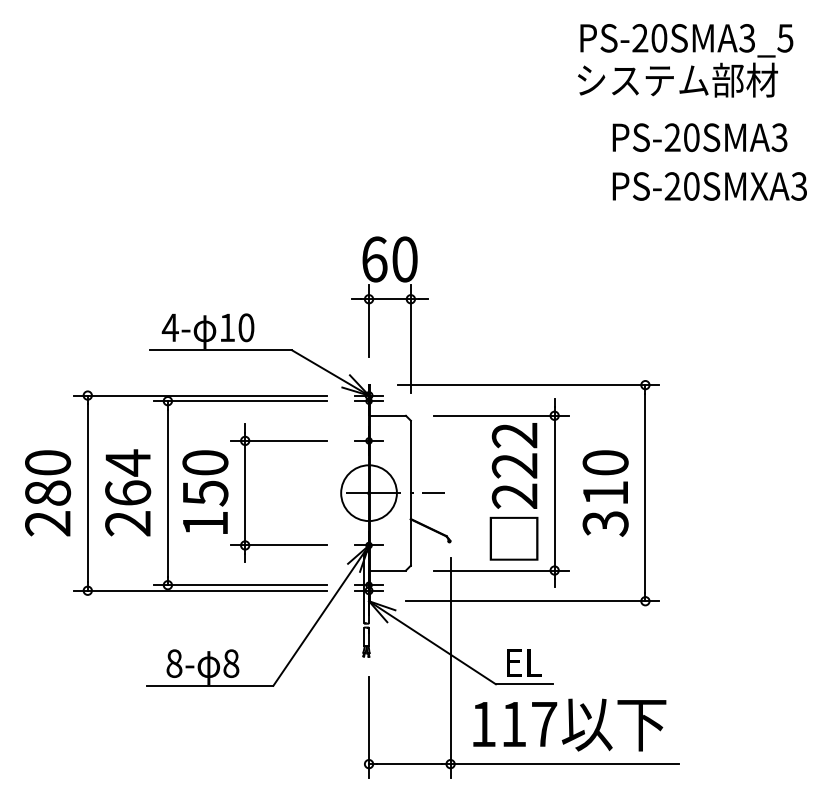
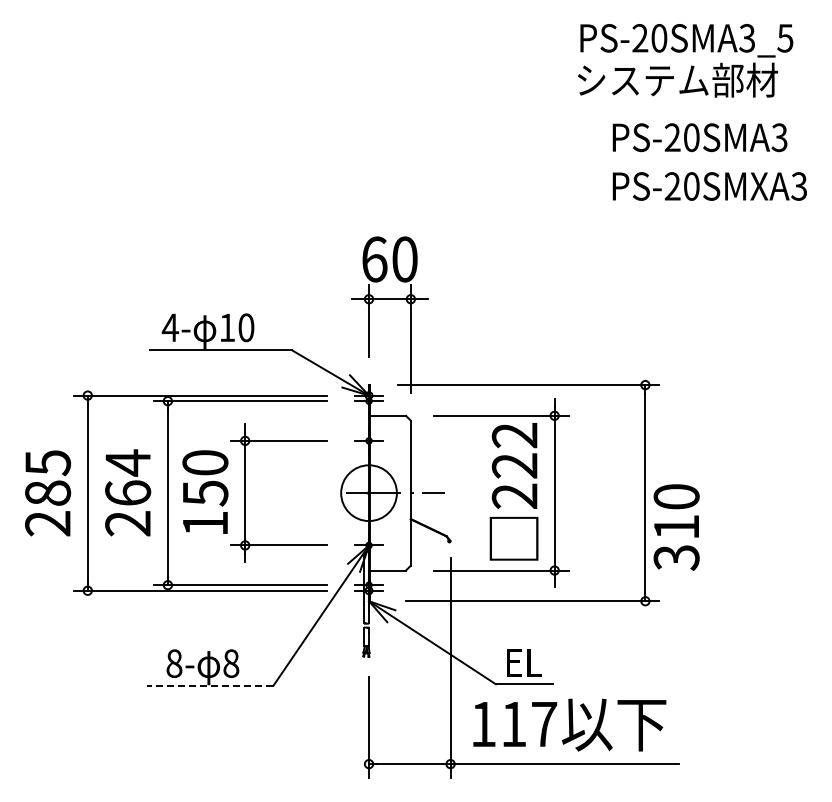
text at (47, 463): 280 -> 285
text at (605, 493) position: (605, 493) -> (676, 527)
line at (209, 685): solid -> dashed
